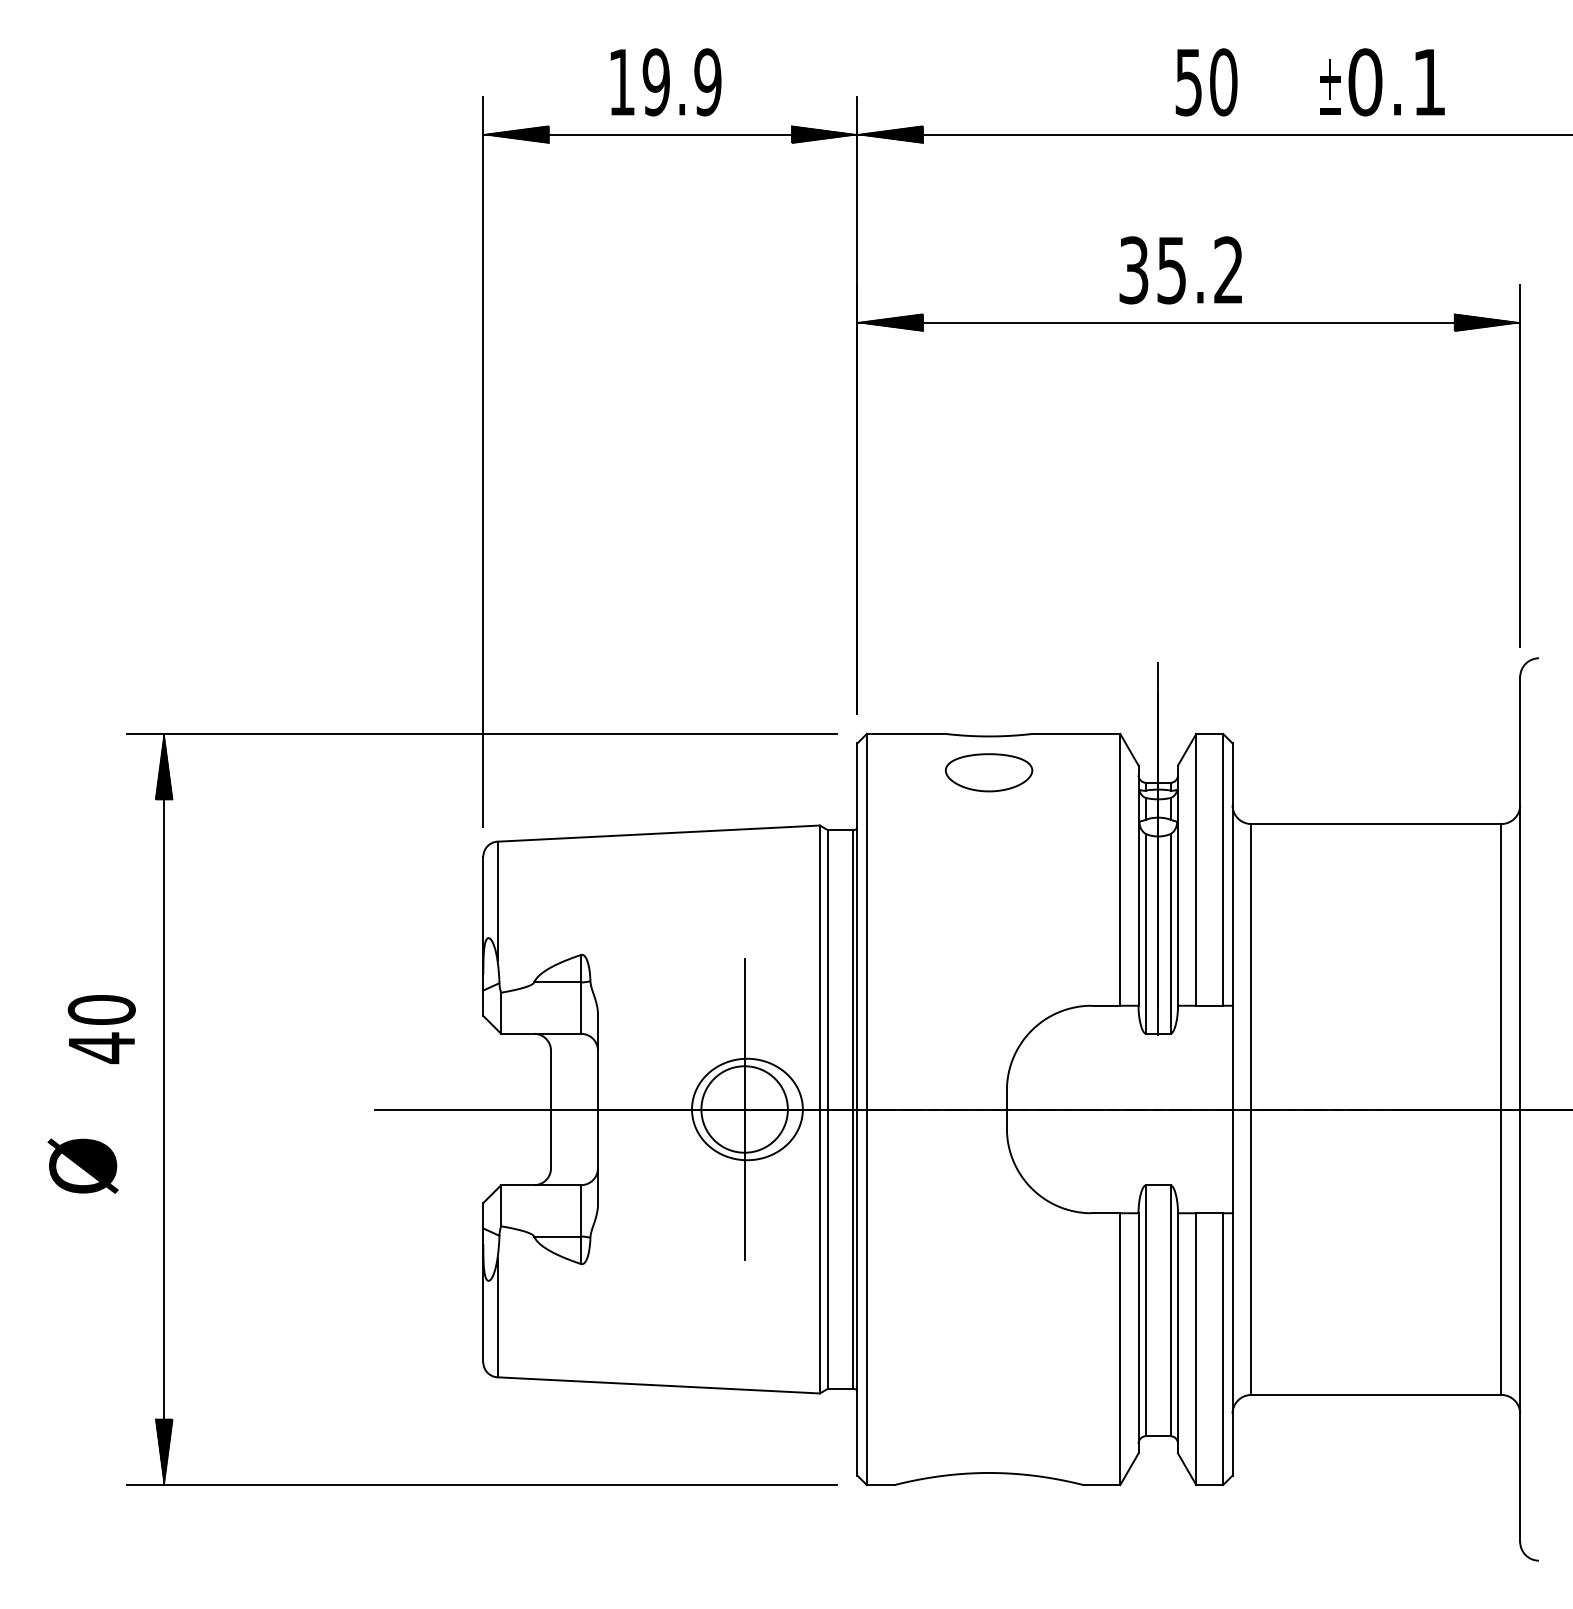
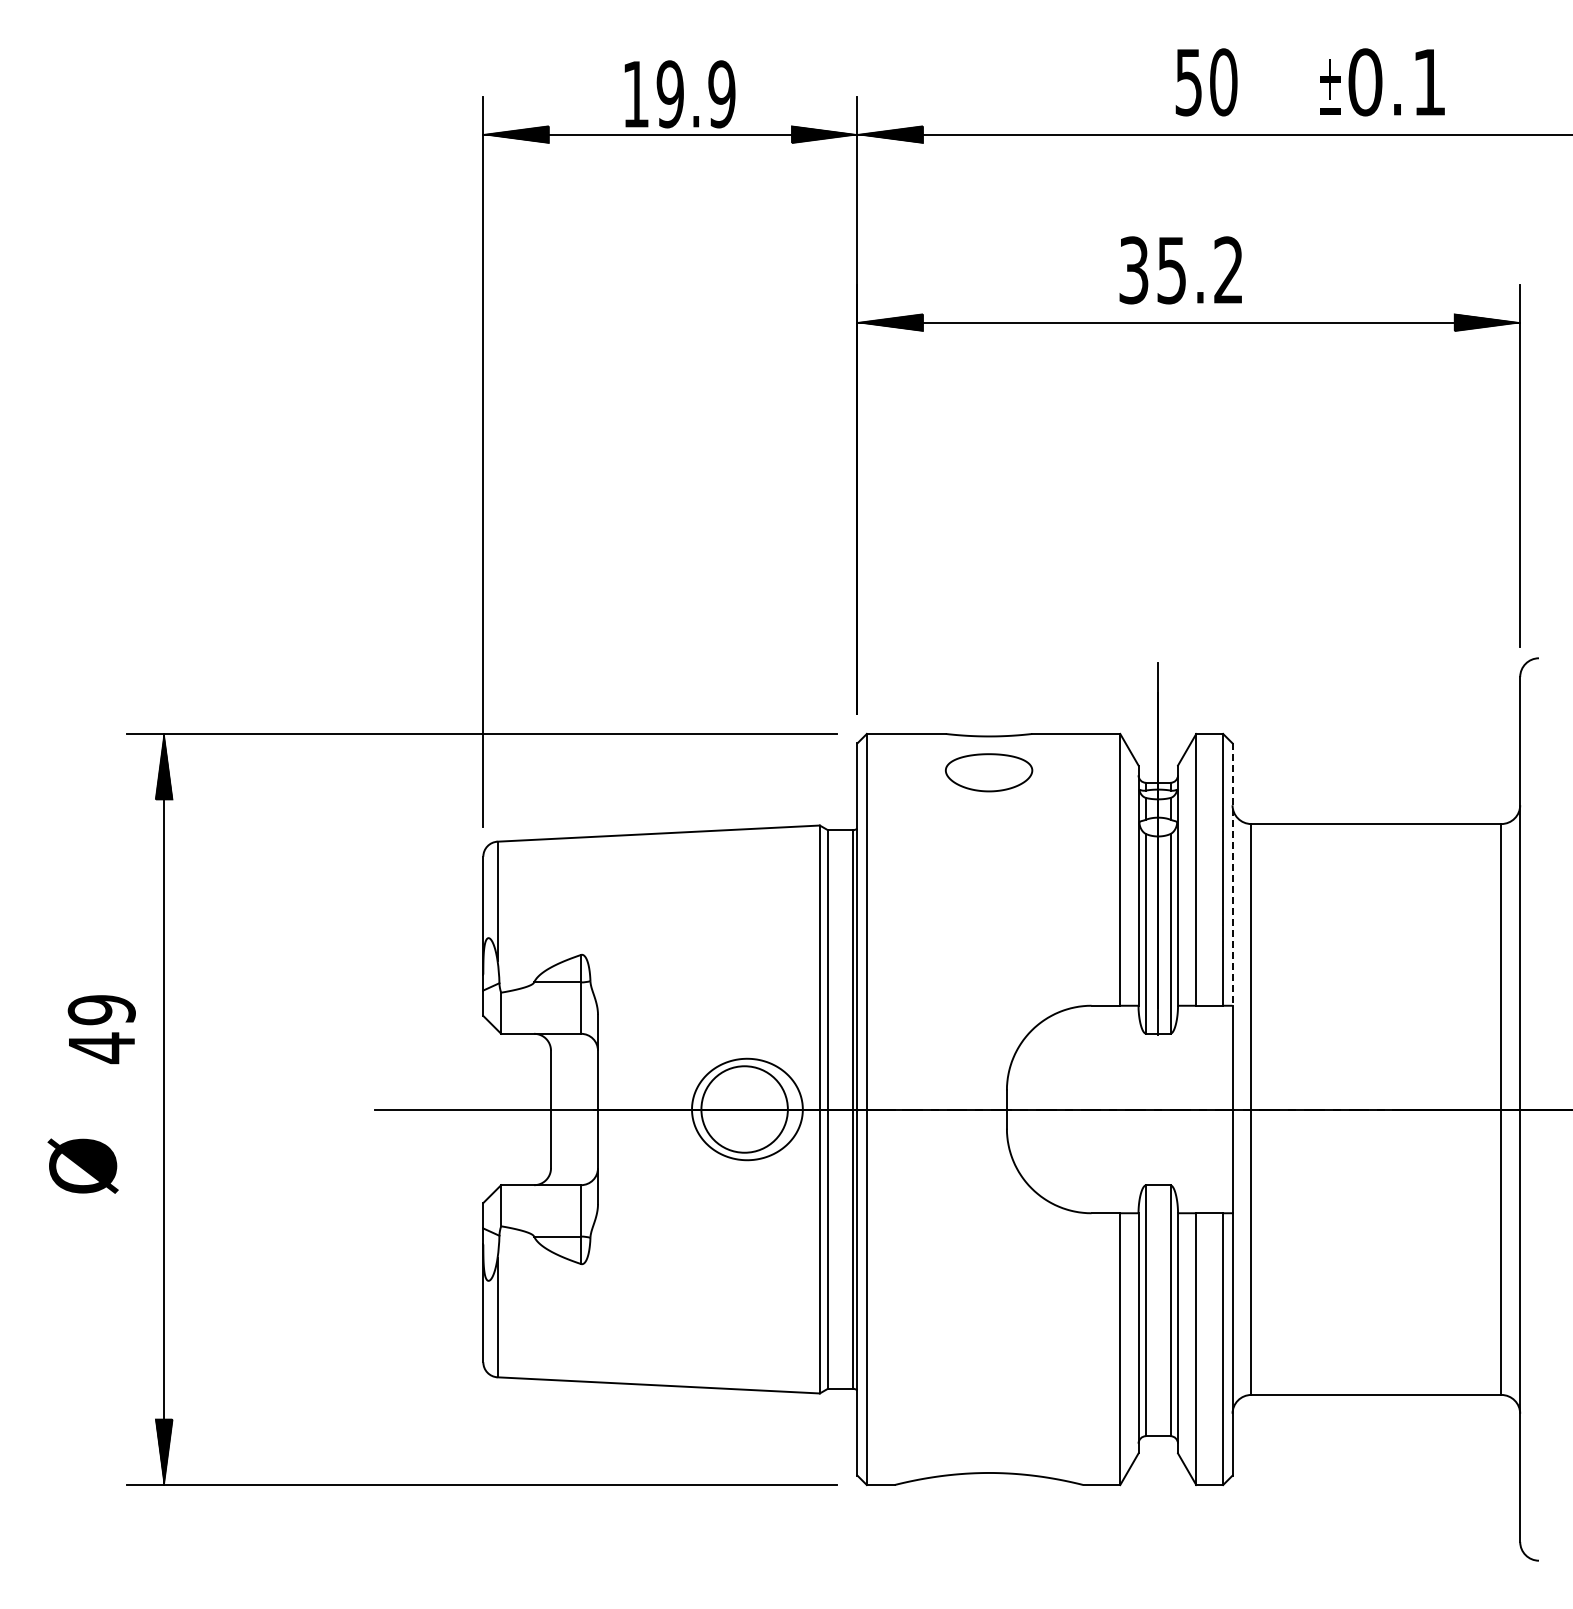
text at (665, 82) position: (665, 82) -> (679, 94)
line at (1232, 875): solid -> dashed
text at (101, 1010): 40 -> 49
line at (744, 1109): present -> none
